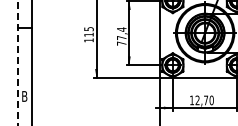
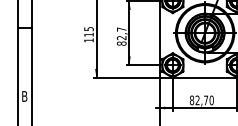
text at (121, 36): 77,4 -> 82,7
line at (17, 62): dashed -> solid
text at (191, 100): 12,70 -> 82,70
